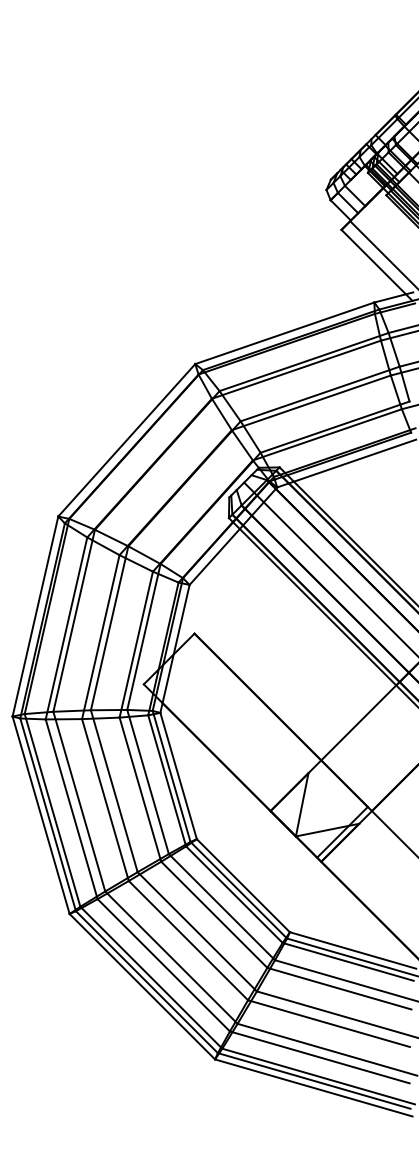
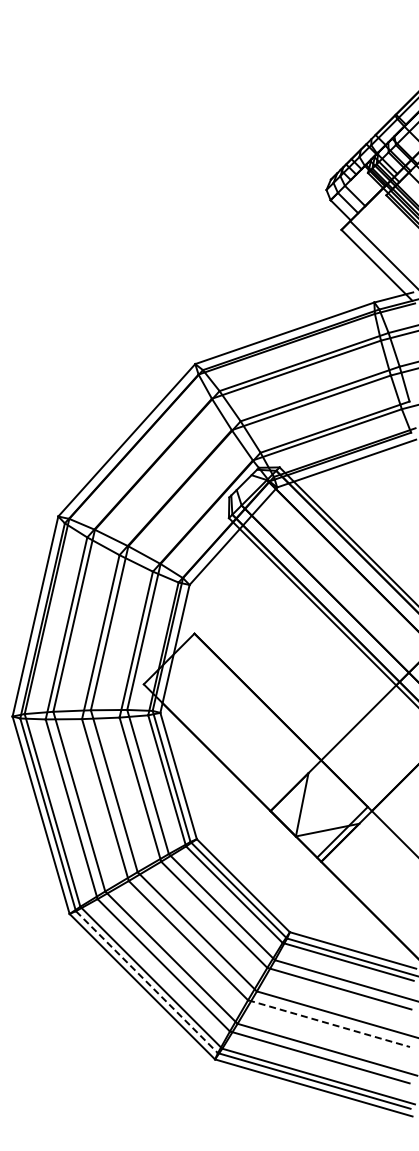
line at (329, 567): present -> none
line at (147, 982): solid -> dashed
line at (329, 1023): solid -> dashed
